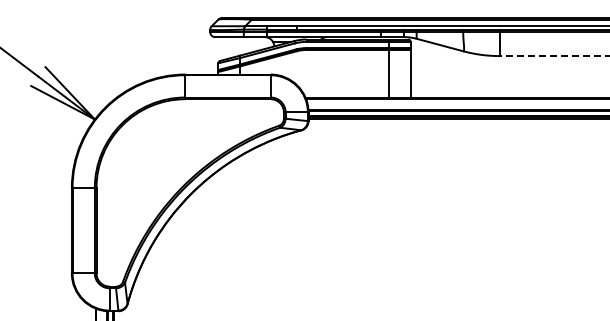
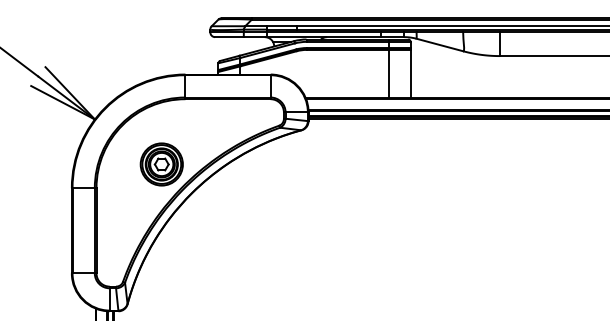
line at (554, 56): dashed -> solid
part at (161, 164): none -> present
